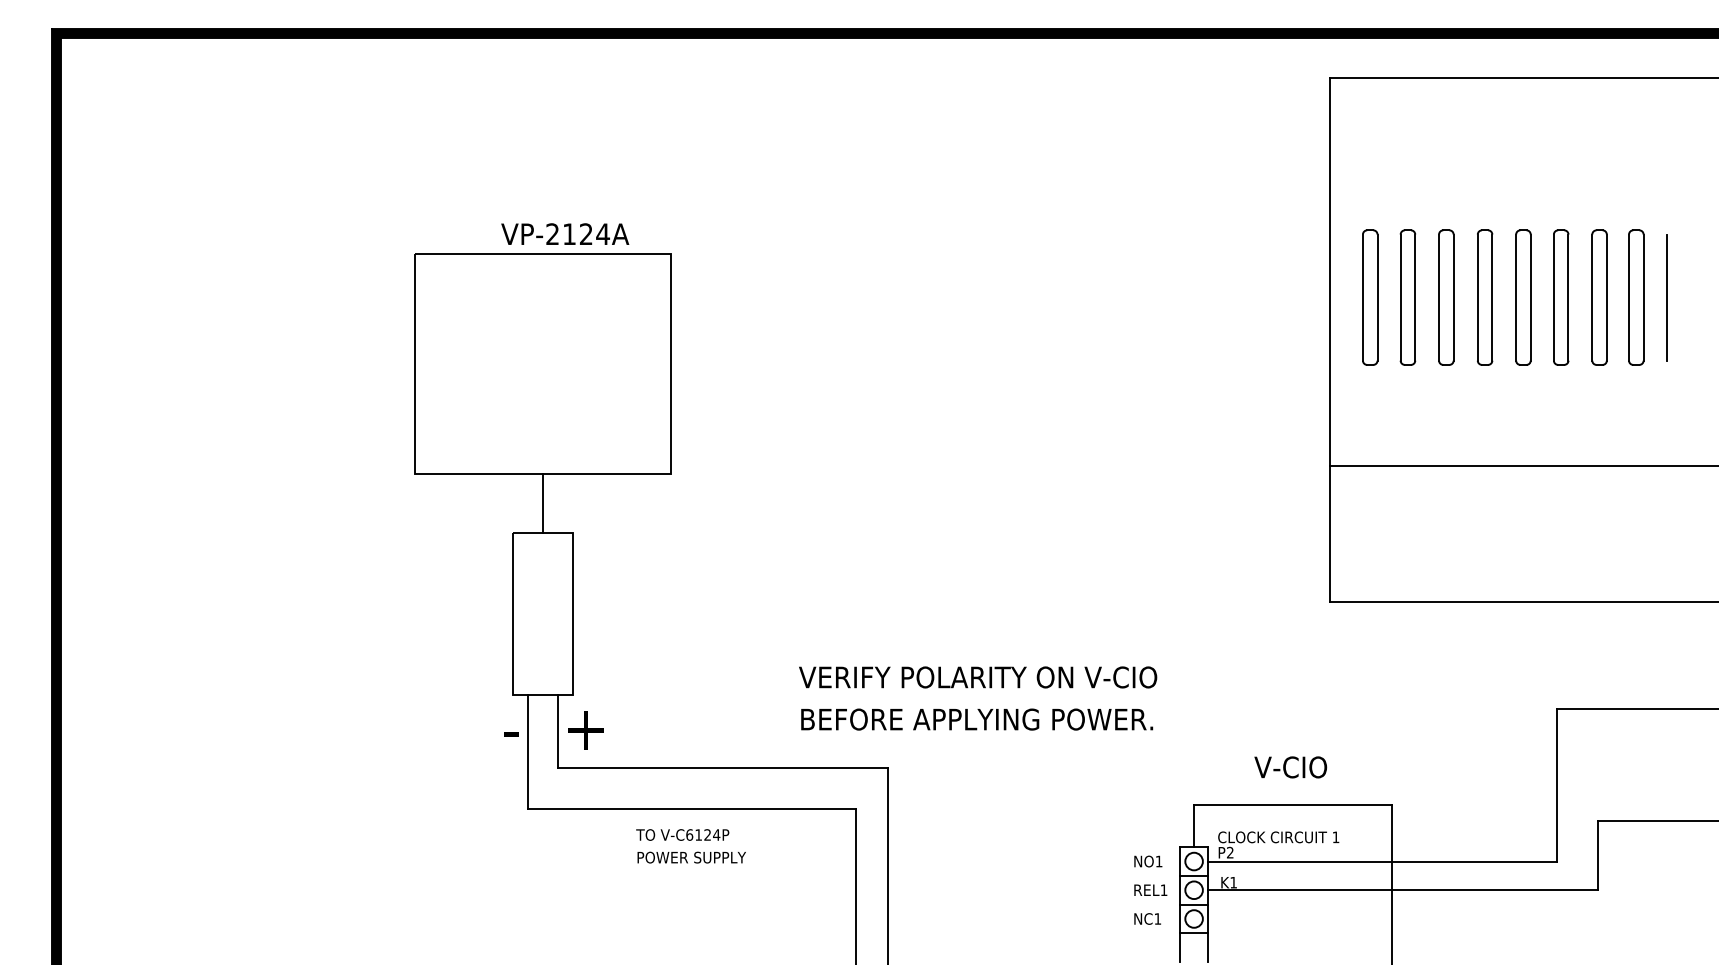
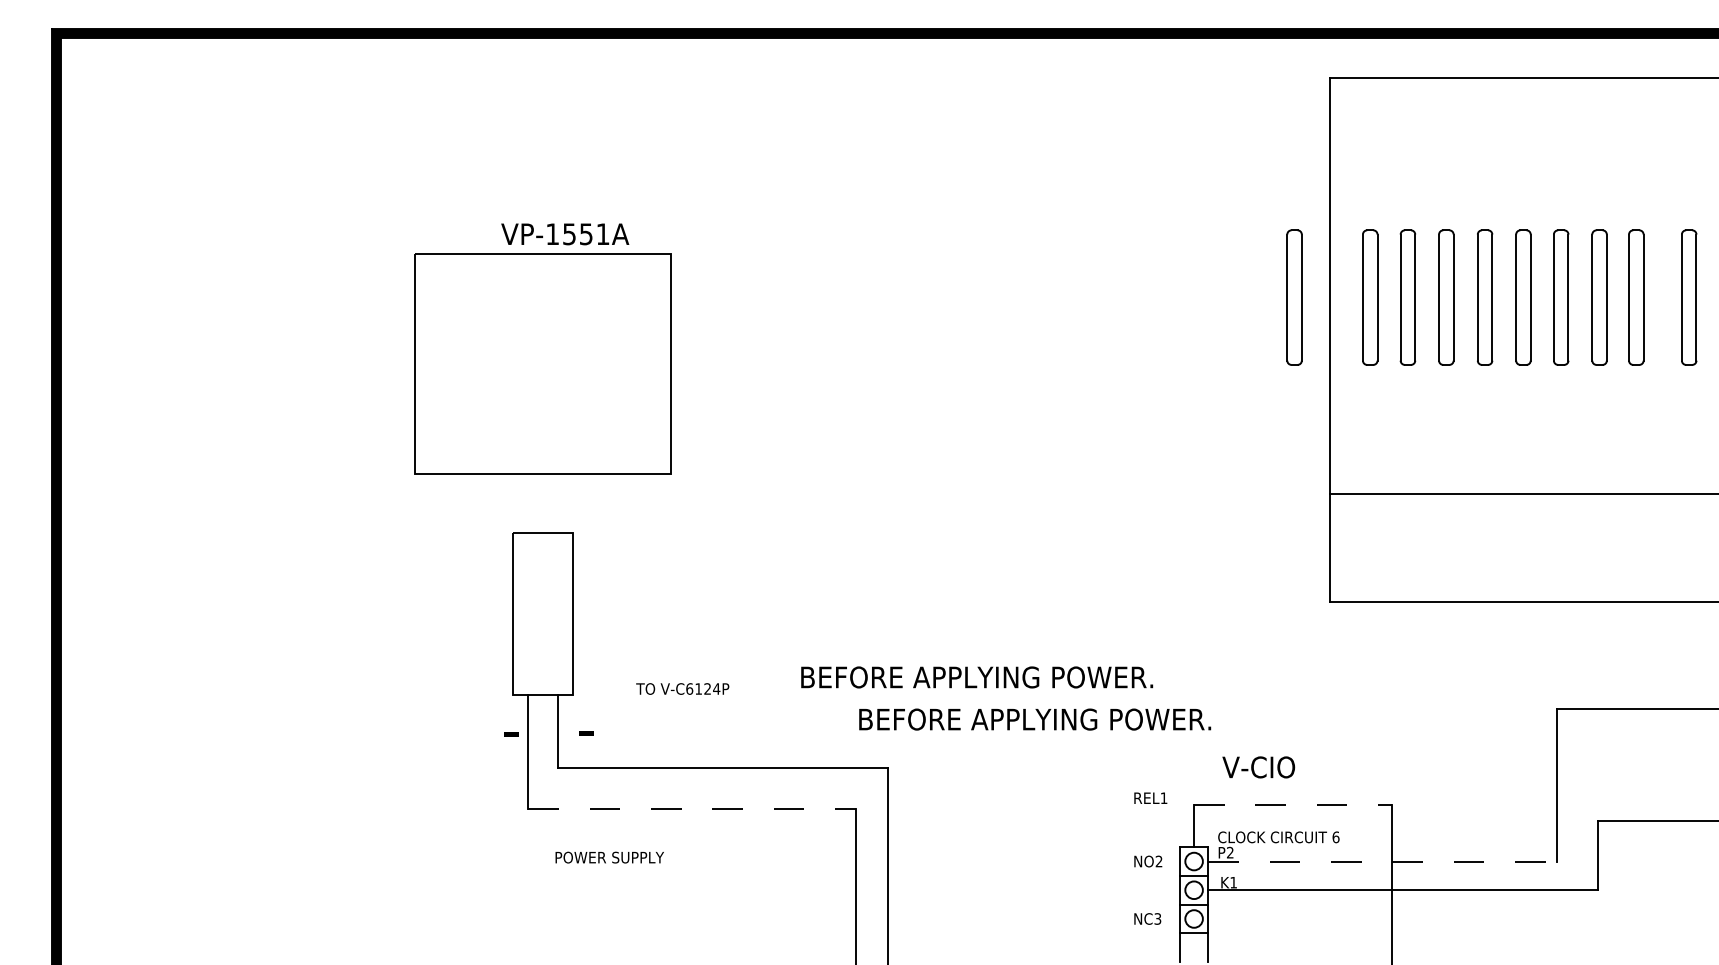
text at (577, 234): VP-2124A -> VP-1551A
part at (1294, 297): none -> present
line at (1666, 297): present -> none
part at (1689, 297): none -> present
line at (1522, 466) position: (1522, 466) -> (1522, 494)
line at (543, 503): present -> none
text at (978, 677): VERIFY POLARITY ON V-CIO -> BEFORE APPLYING POWER.
text at (977, 719) position: (977, 719) -> (1035, 719)
text at (585, 730): + -> -
text at (1290, 767) position: (1290, 767) -> (1258, 767)
line at (1293, 805): solid -> dashed
line at (692, 808): solid -> dashed
text at (682, 834) position: (682, 834) -> (682, 688)
text at (1335, 837): 1 -> 6
text at (691, 857) position: (691, 857) -> (609, 857)
text at (1158, 861): NO1 -> NO2
line at (1383, 861): solid -> dashed
text at (1150, 889) position: (1150, 889) -> (1150, 797)
text at (1157, 918): NC1 -> NC3
